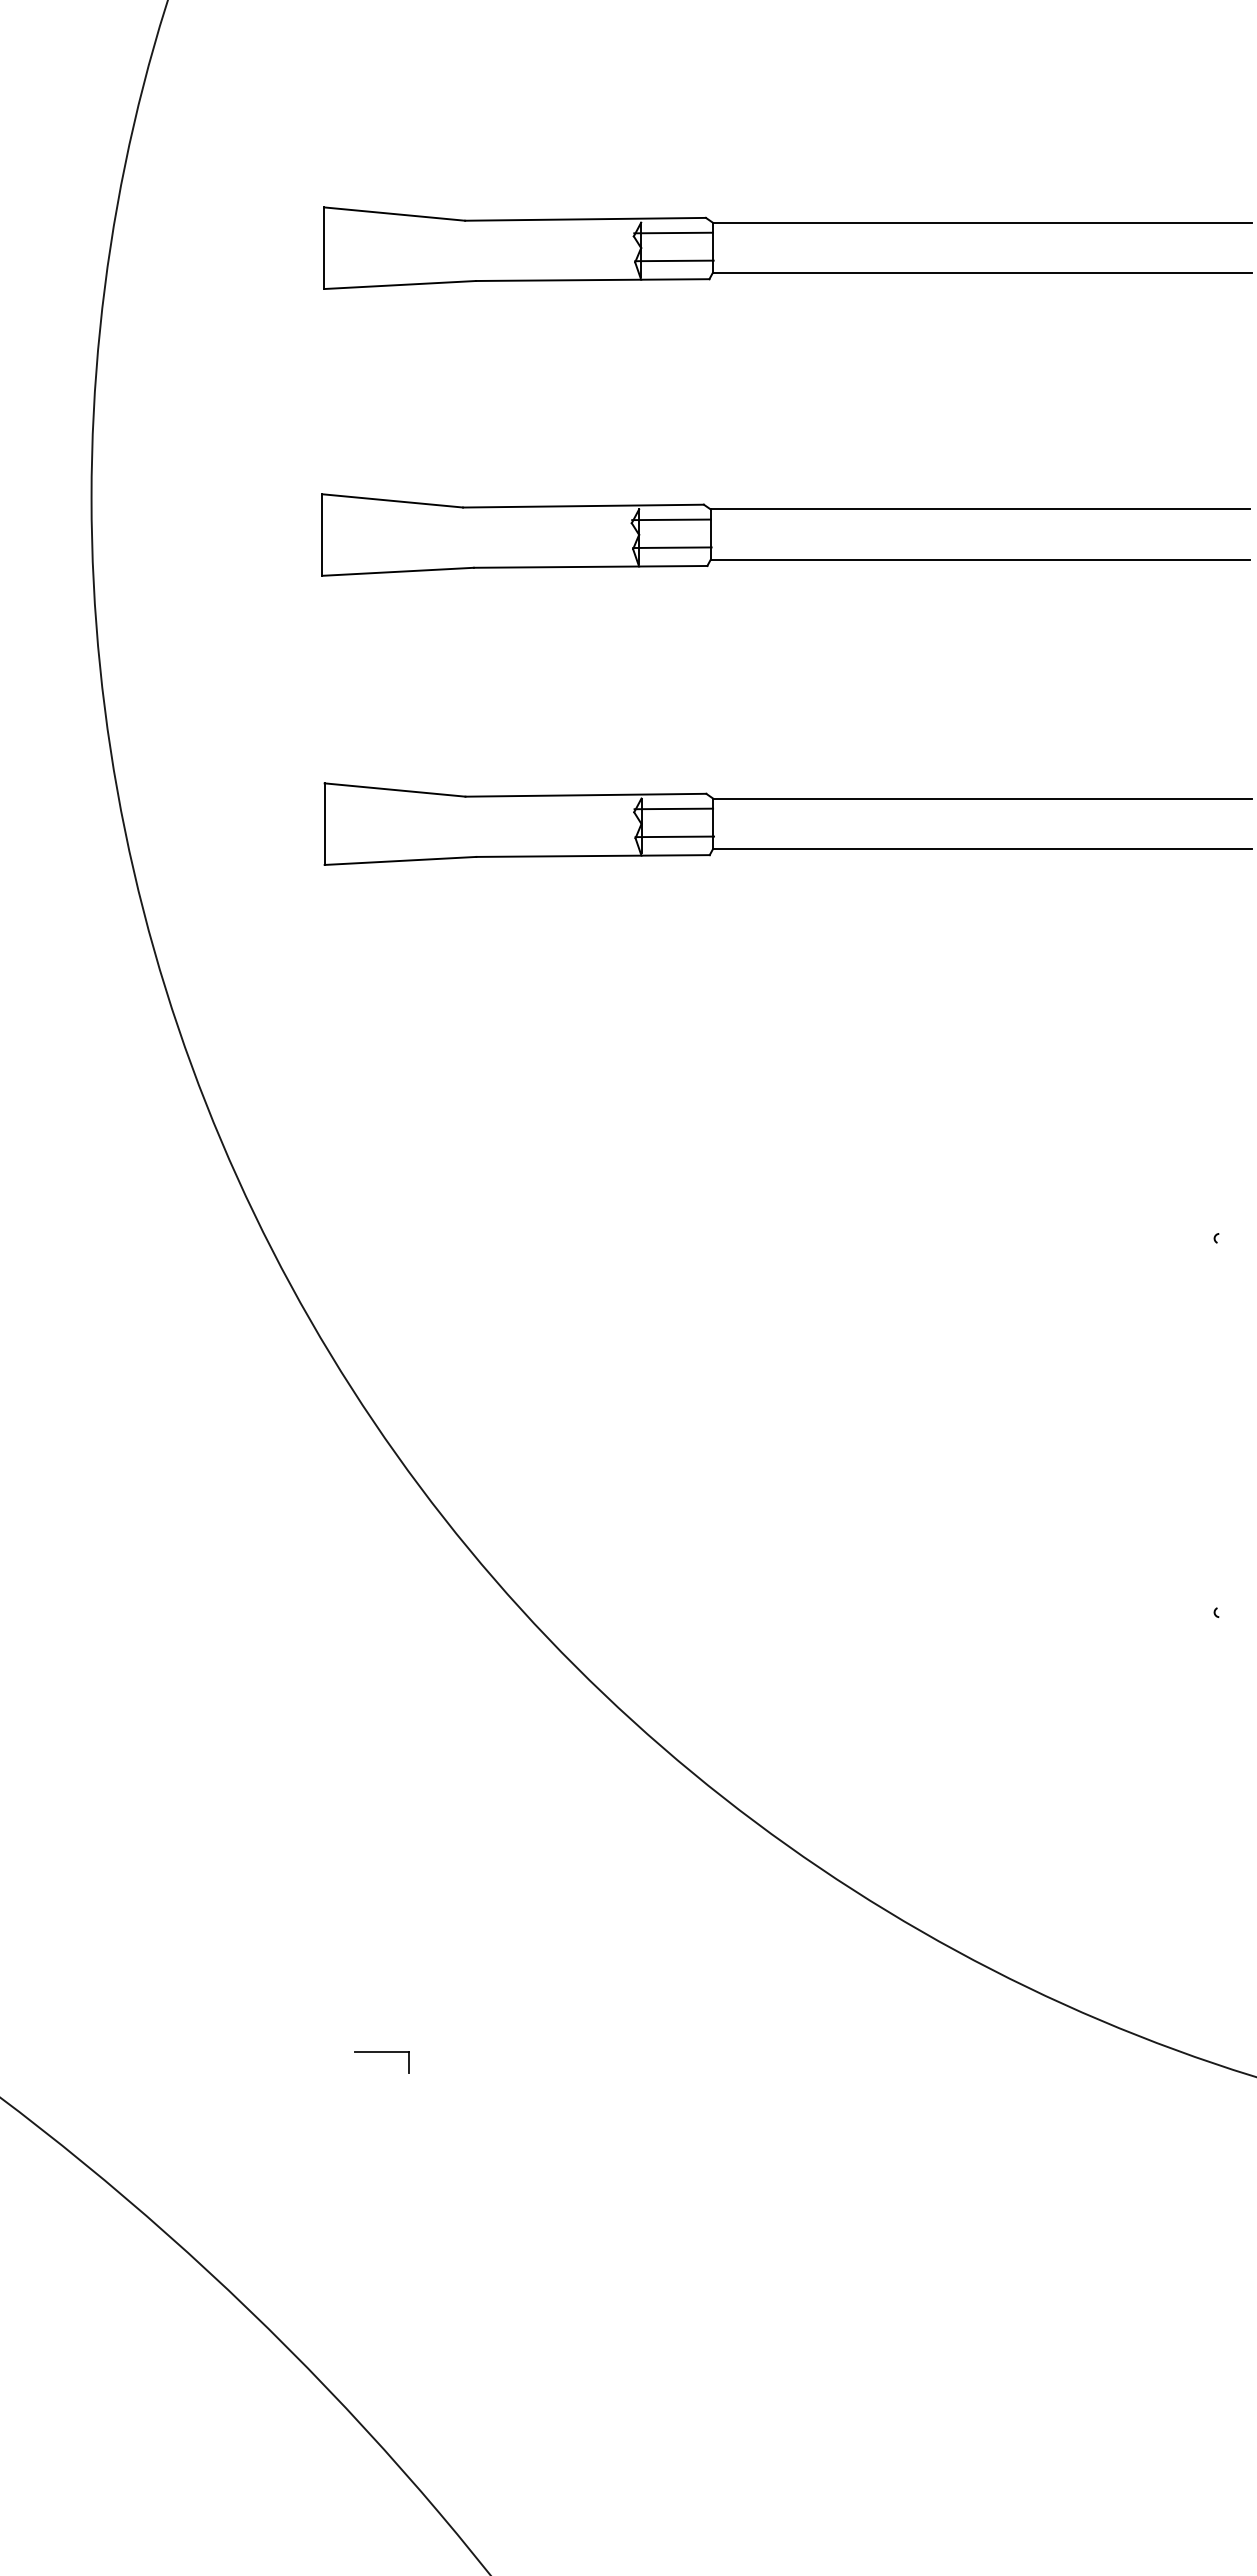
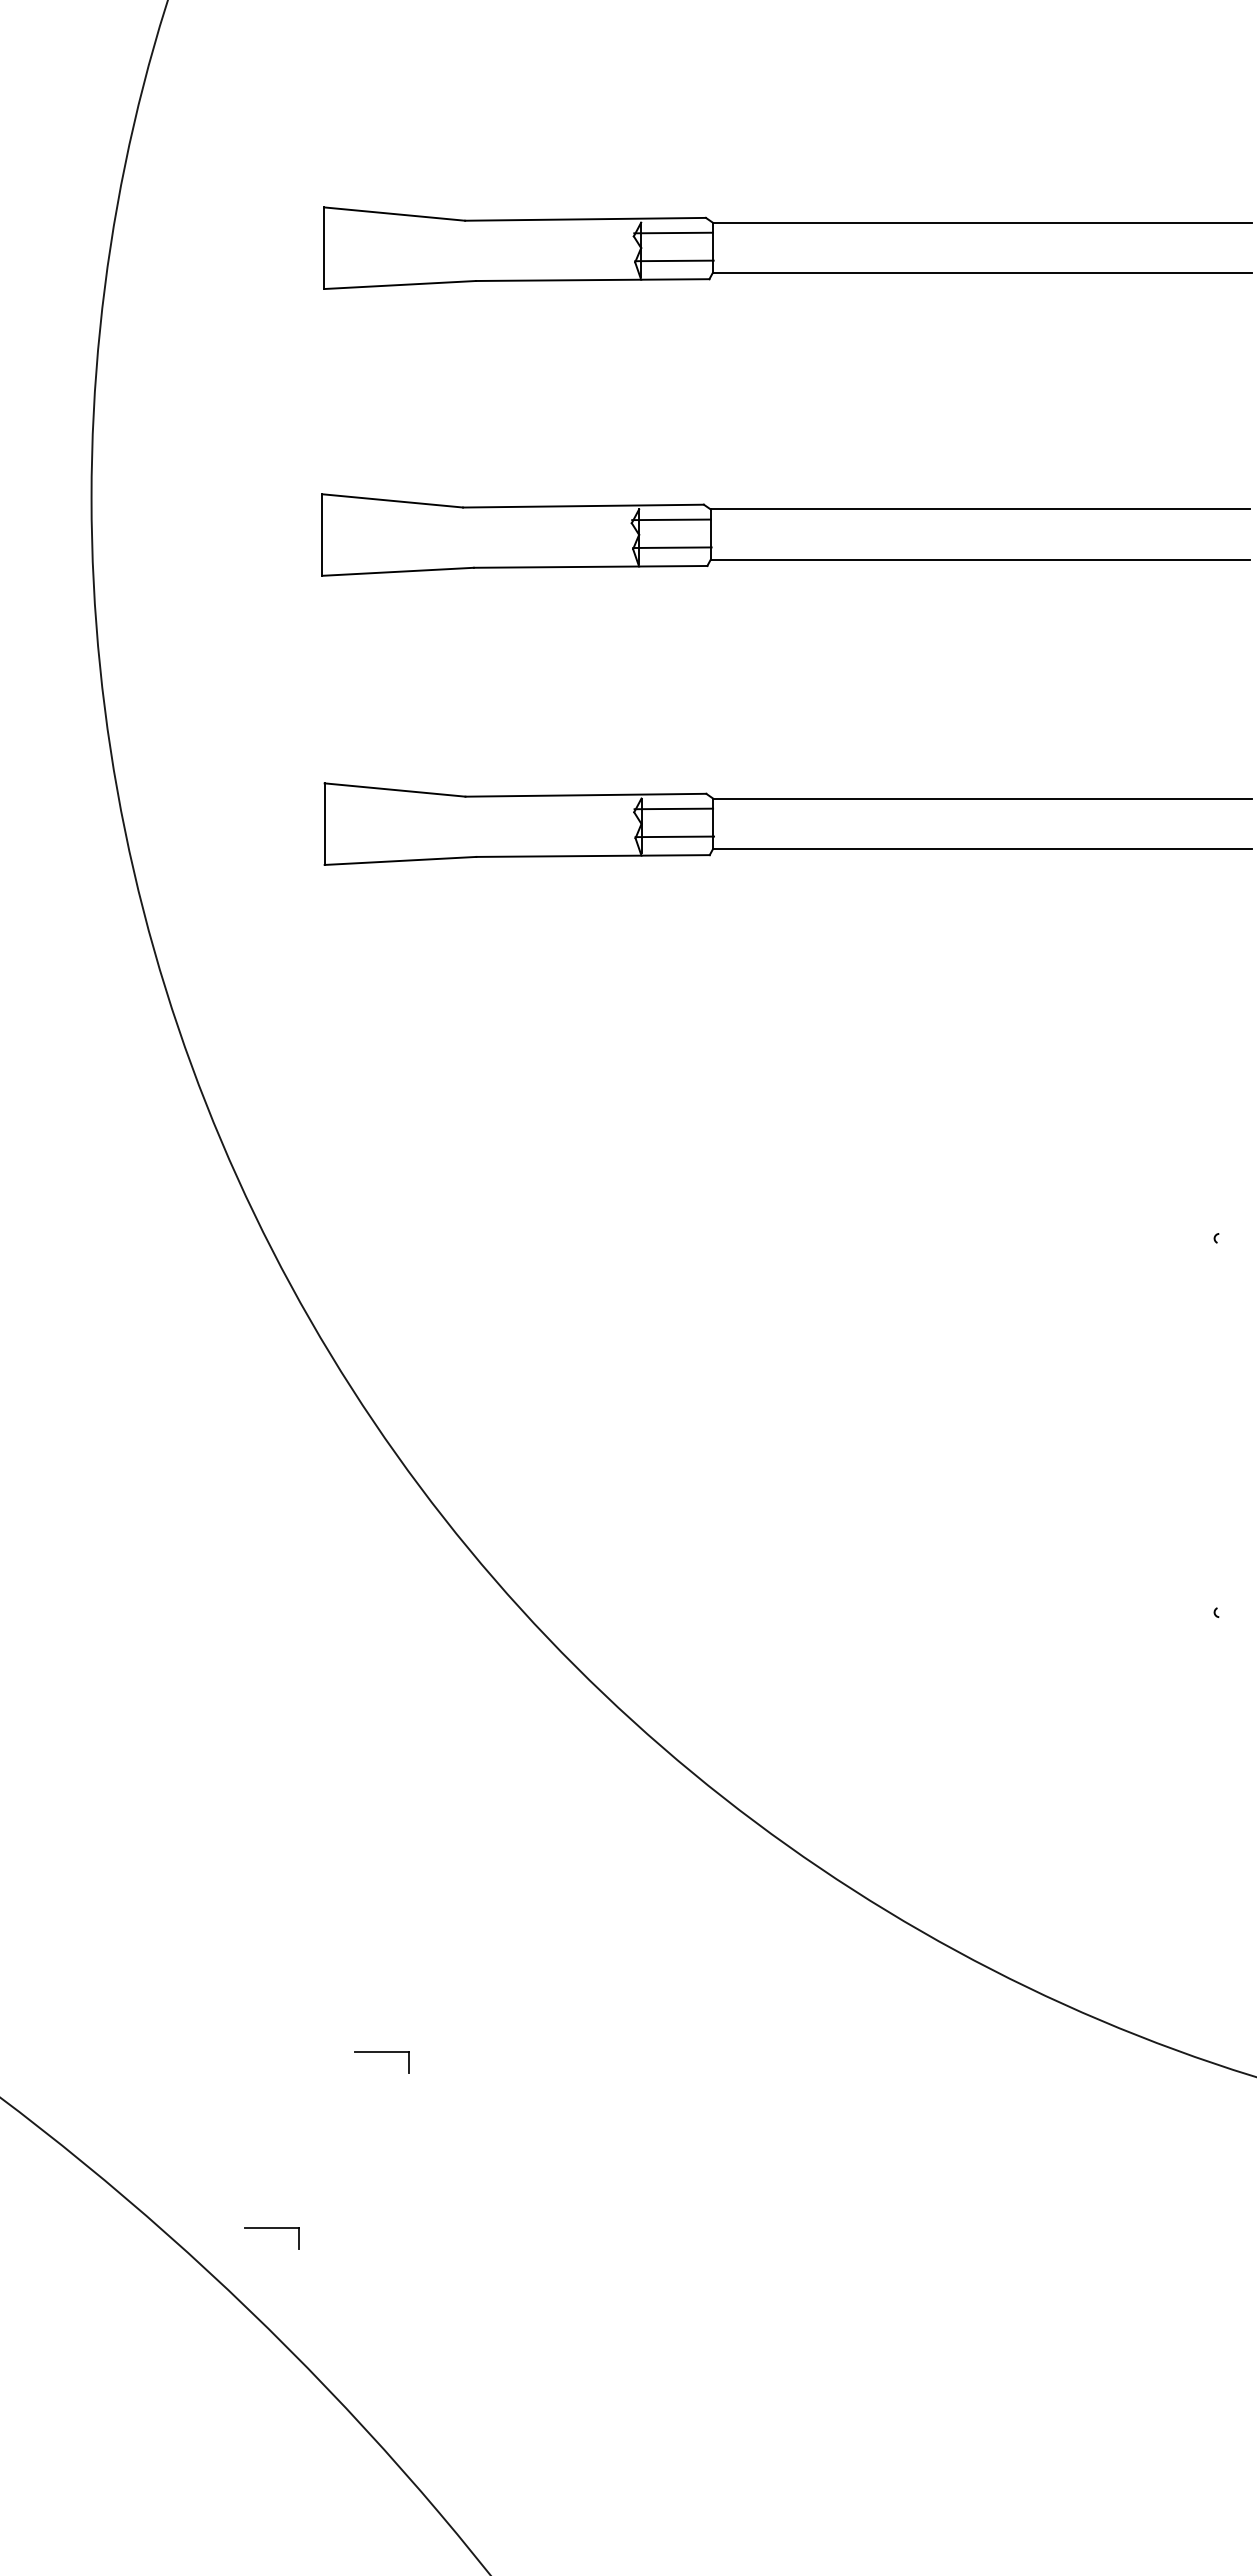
part at (271, 2228): none -> present
